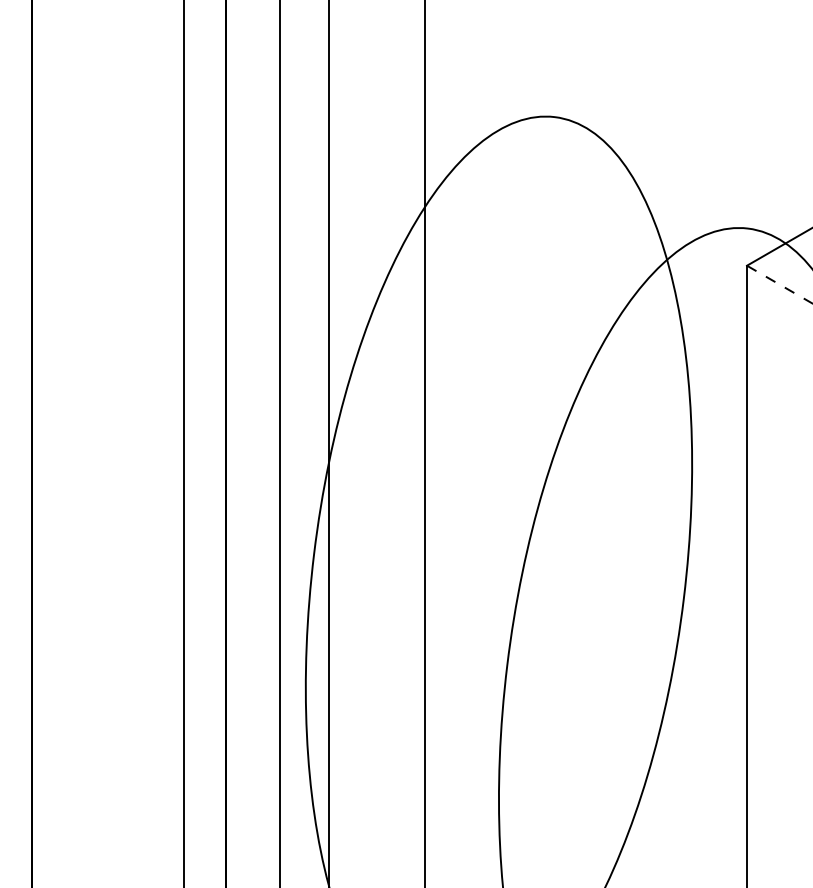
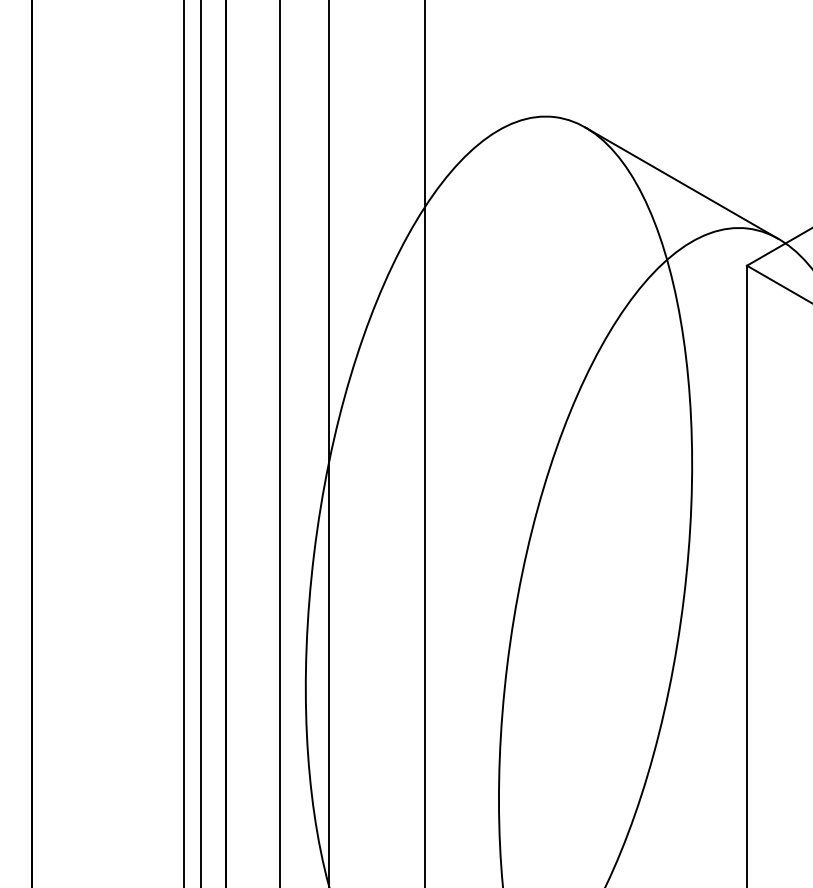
line at (681, 182): none -> present
line at (779, 284): dashed -> solid
line at (201, 443): none -> present
